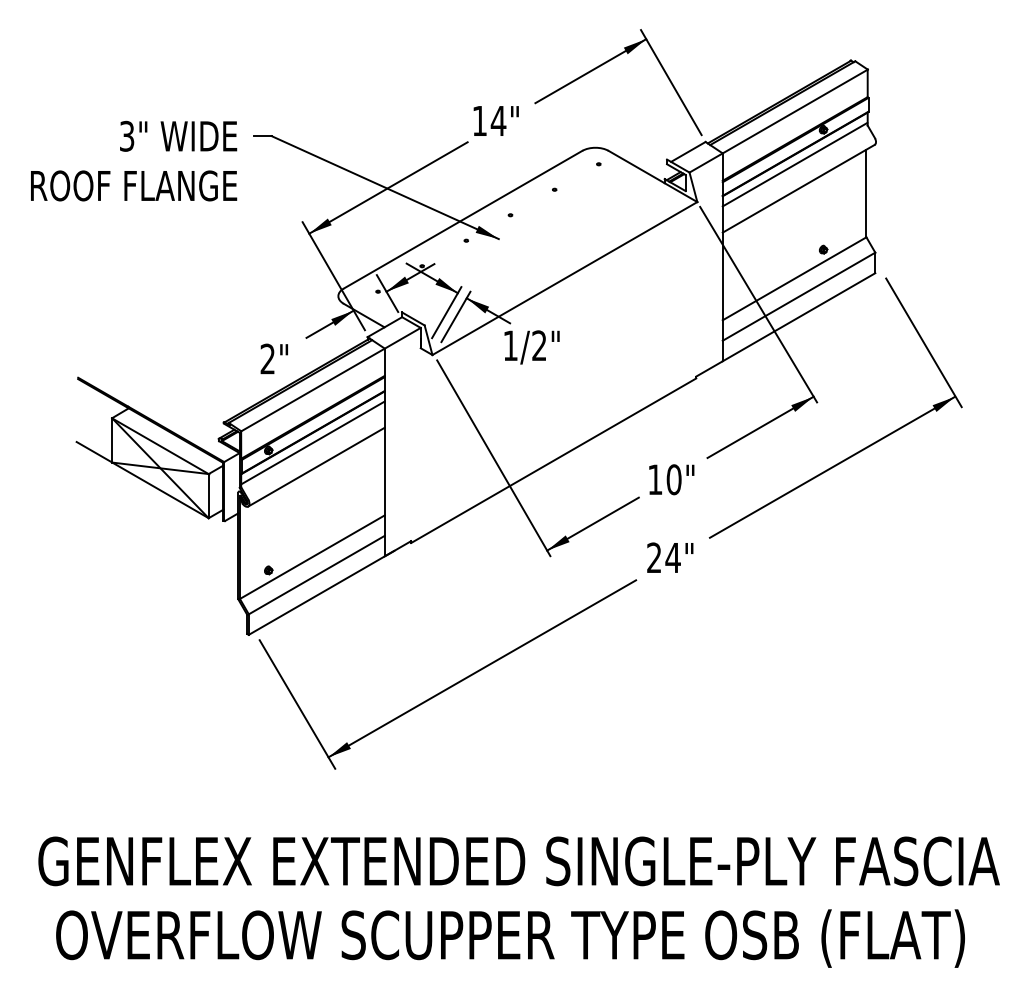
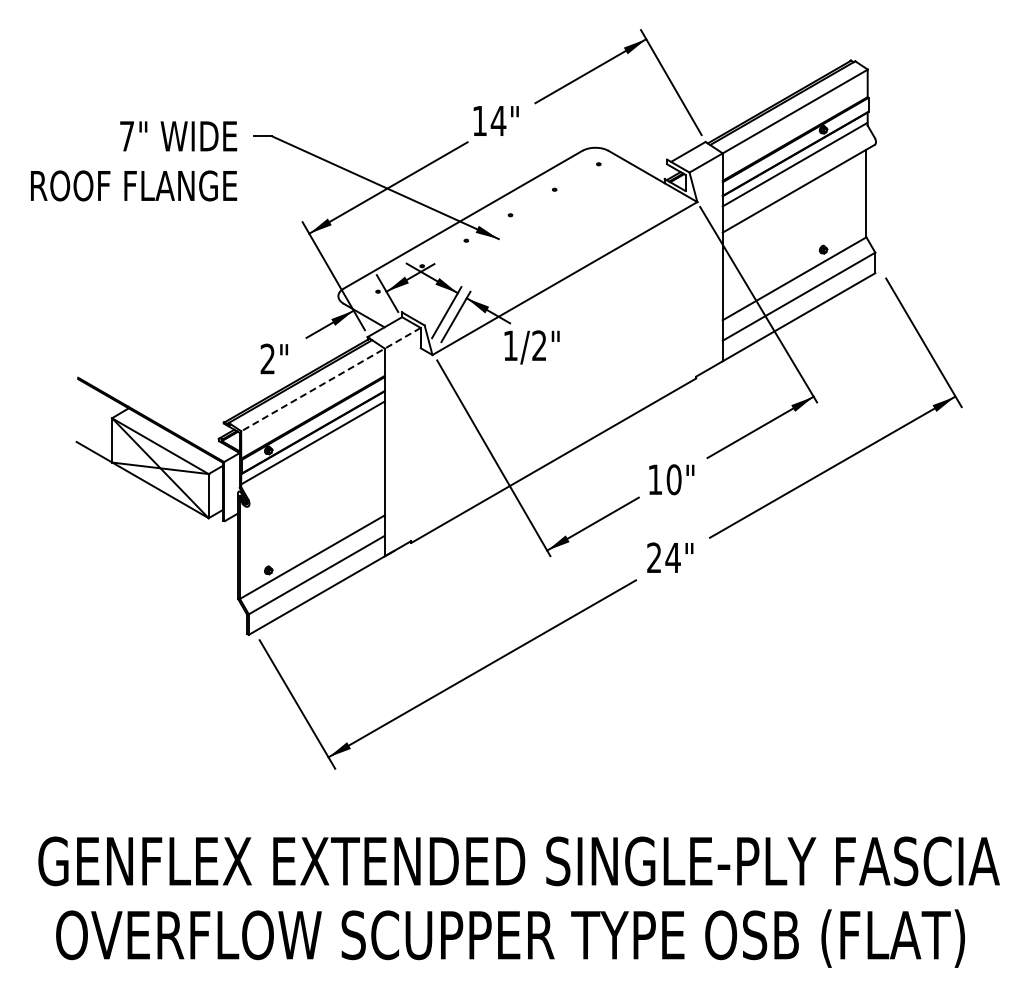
text at (127, 135): 3" -> 7"
line at (331, 379): solid -> dashed
line at (316, 466): present -> none
